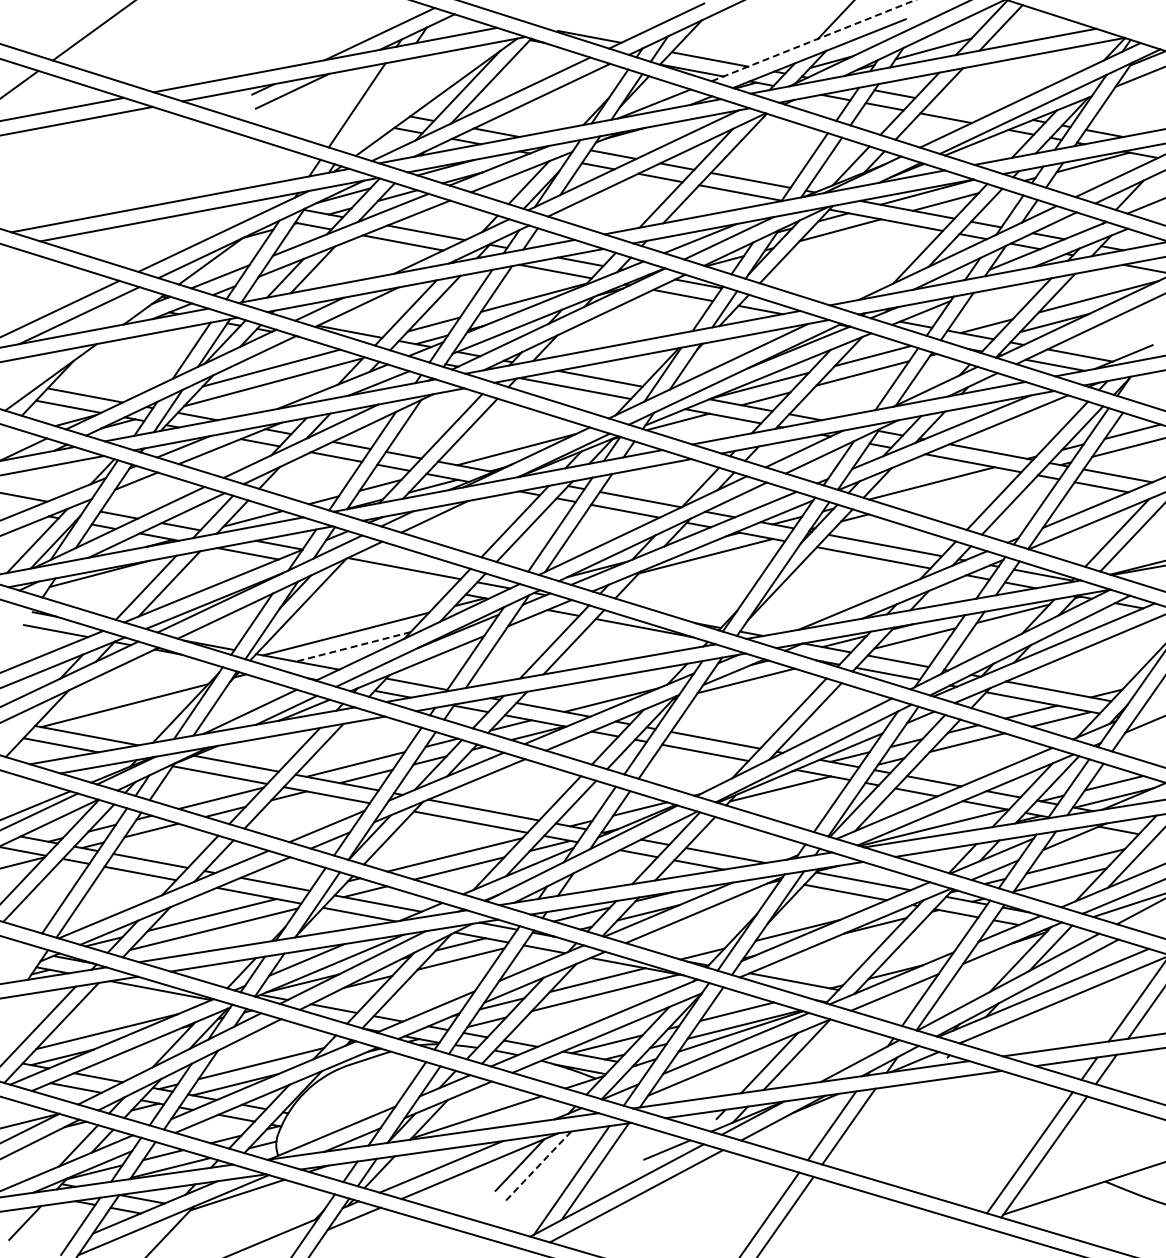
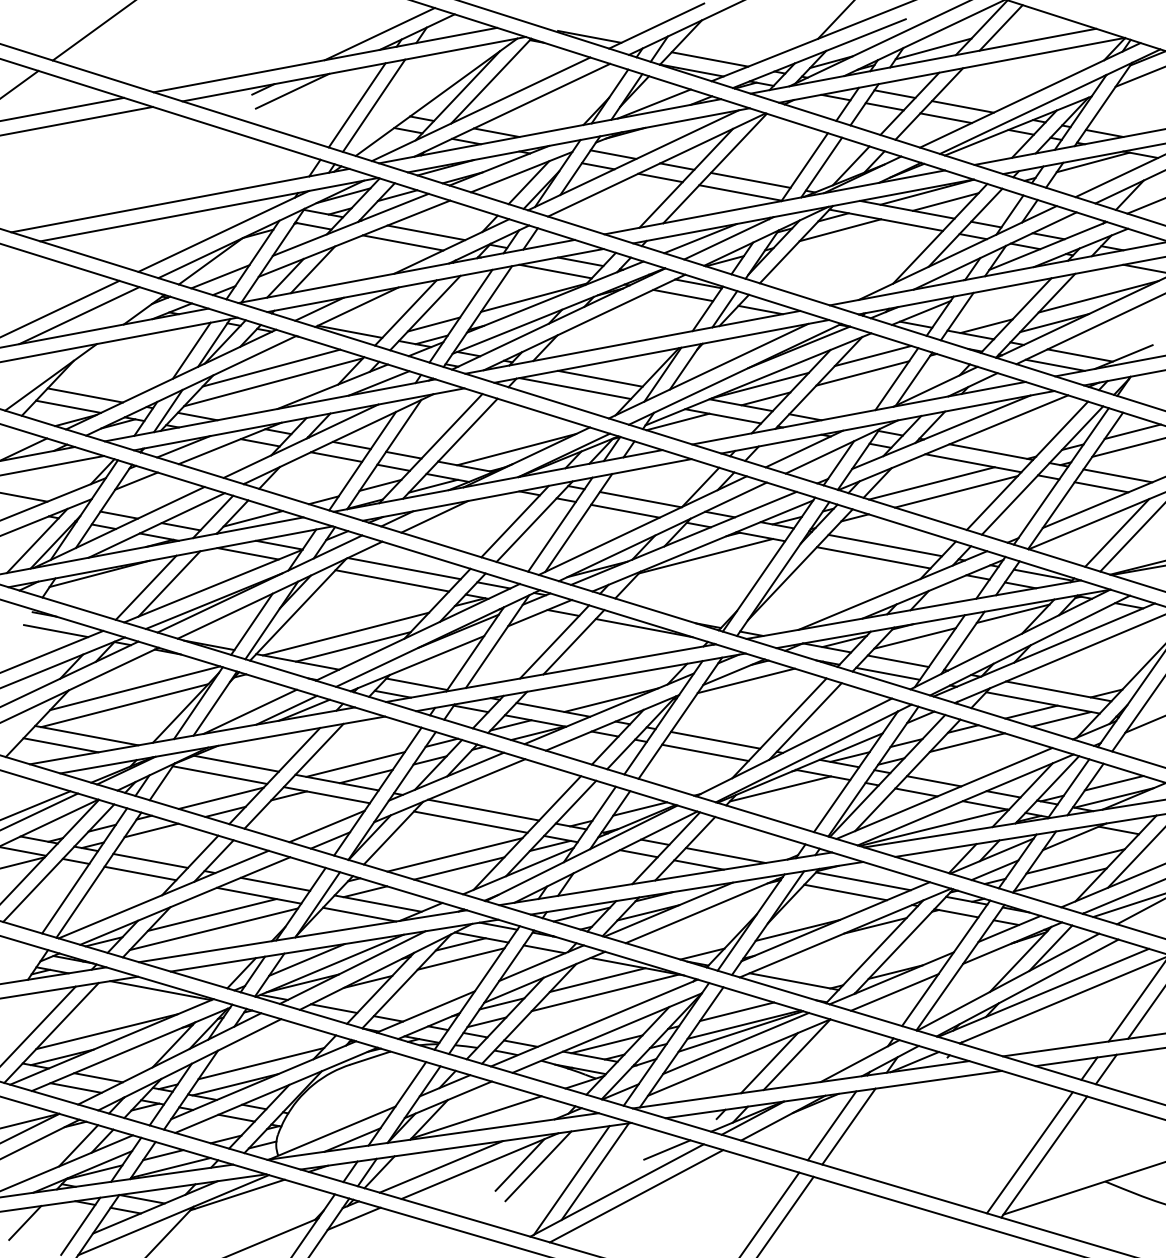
line at (813, 40): dashed -> solid
line at (373, 105): none -> present
line at (962, 106): none -> present
line at (956, 491): none -> present
line at (392, 580): none -> present
line at (352, 647): dashed -> solid
line at (135, 688): none -> present
line at (538, 1166): dashed -> solid
